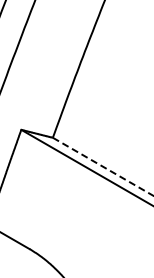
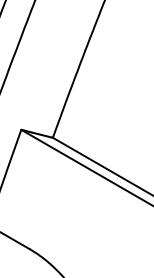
line at (103, 166): dashed -> solid
